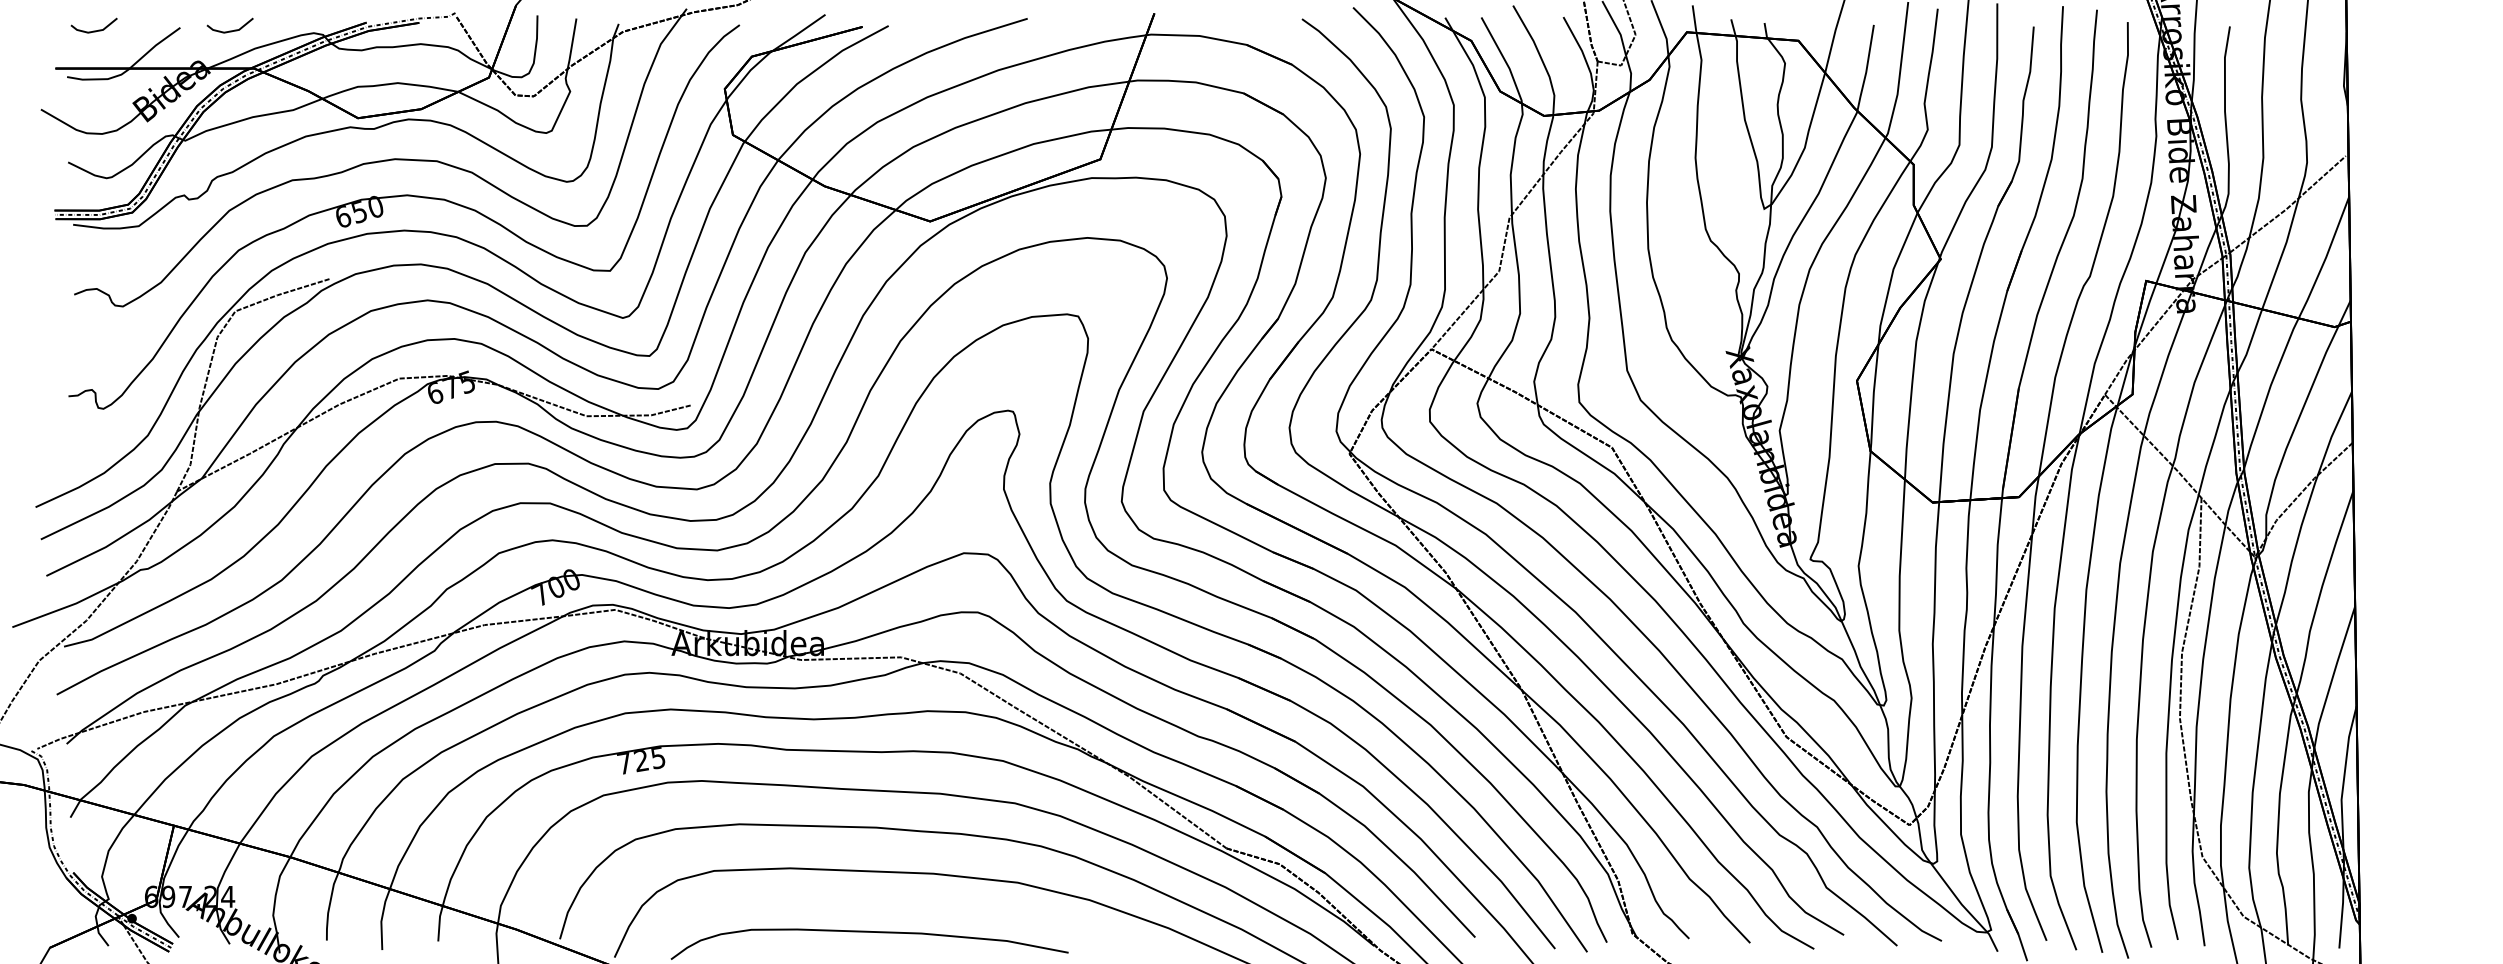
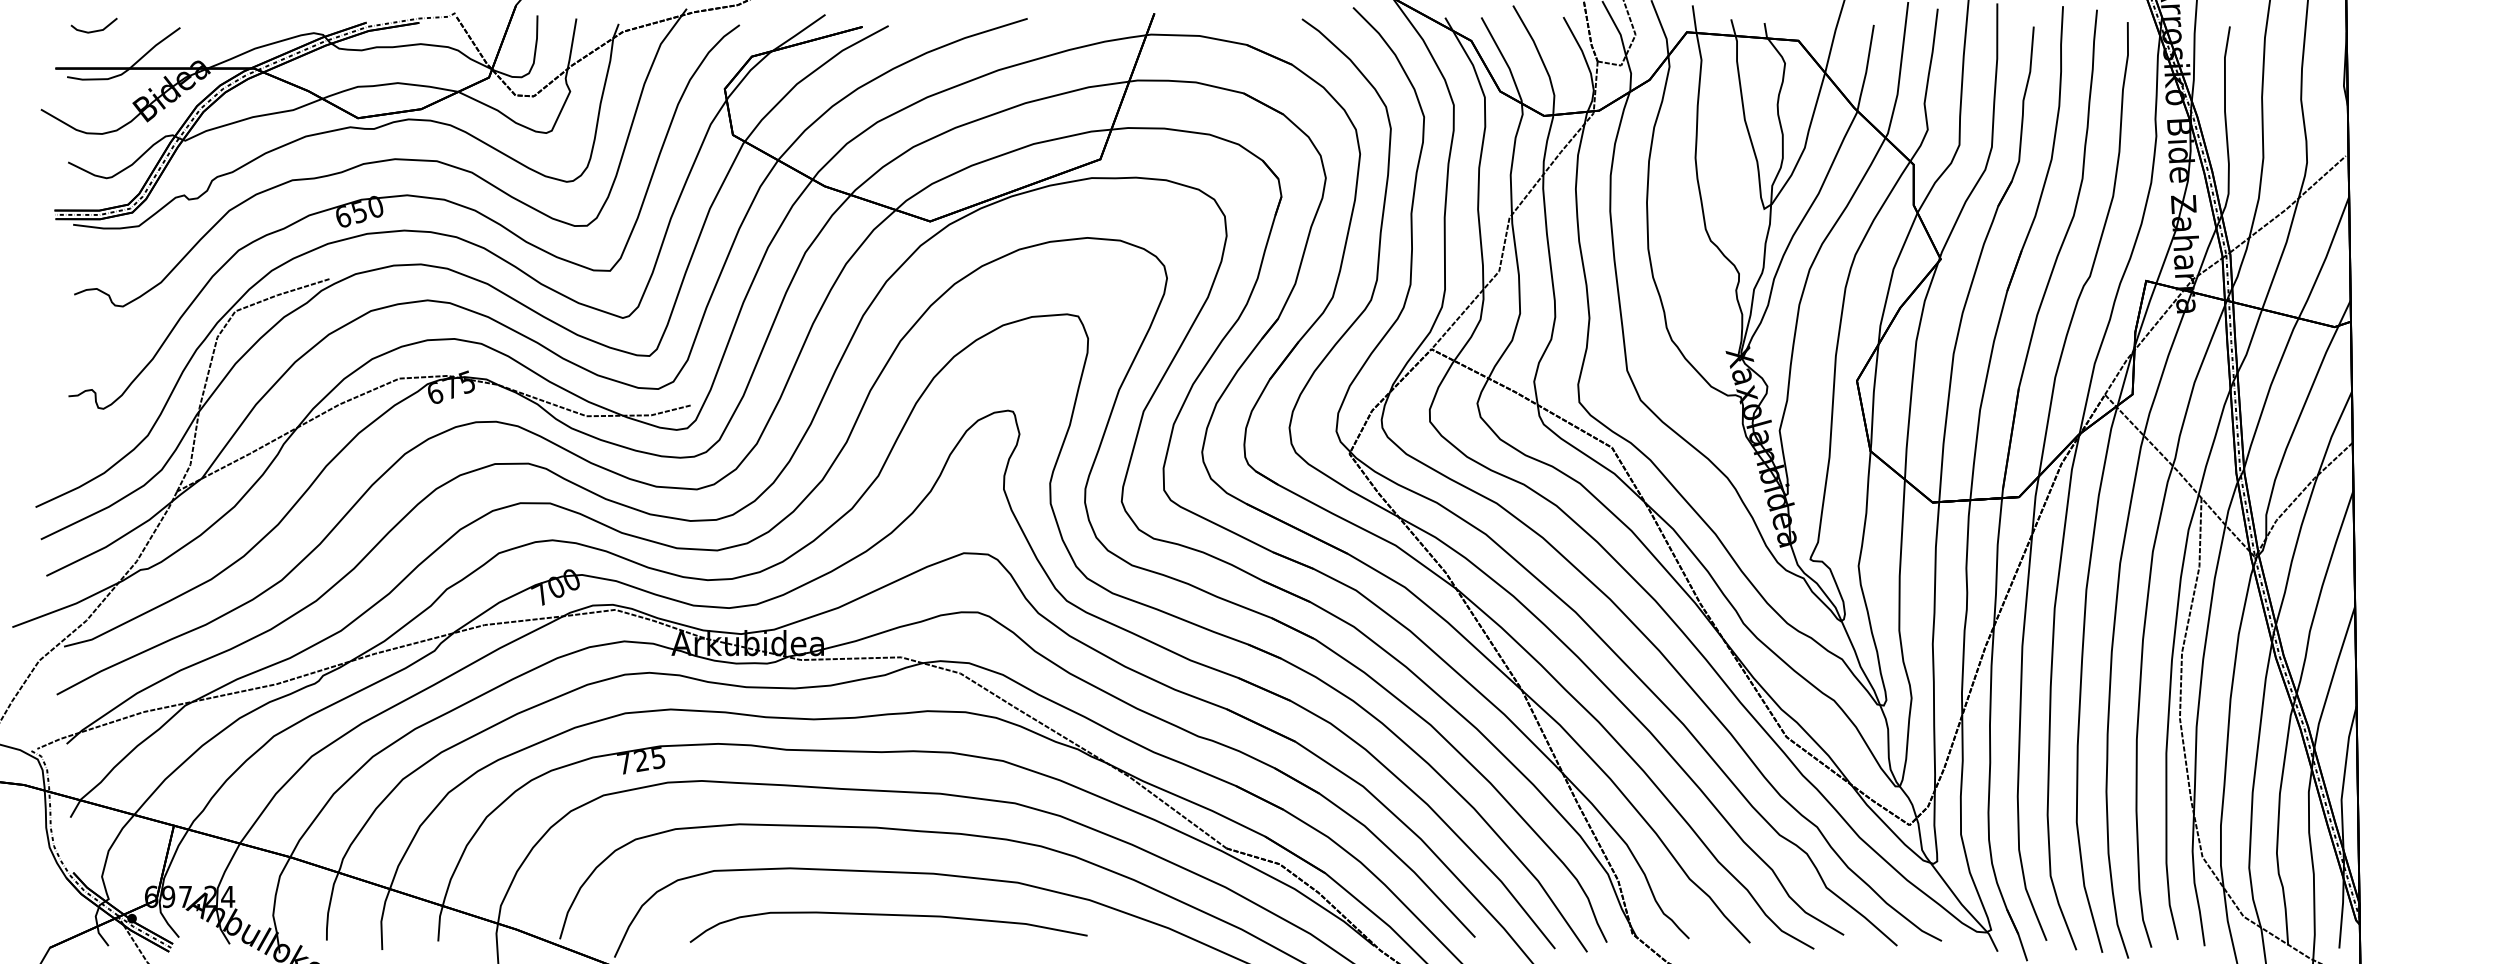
line at (229, 30): present -> none
curve at (869, 932) position: (869, 932) -> (888, 915)
